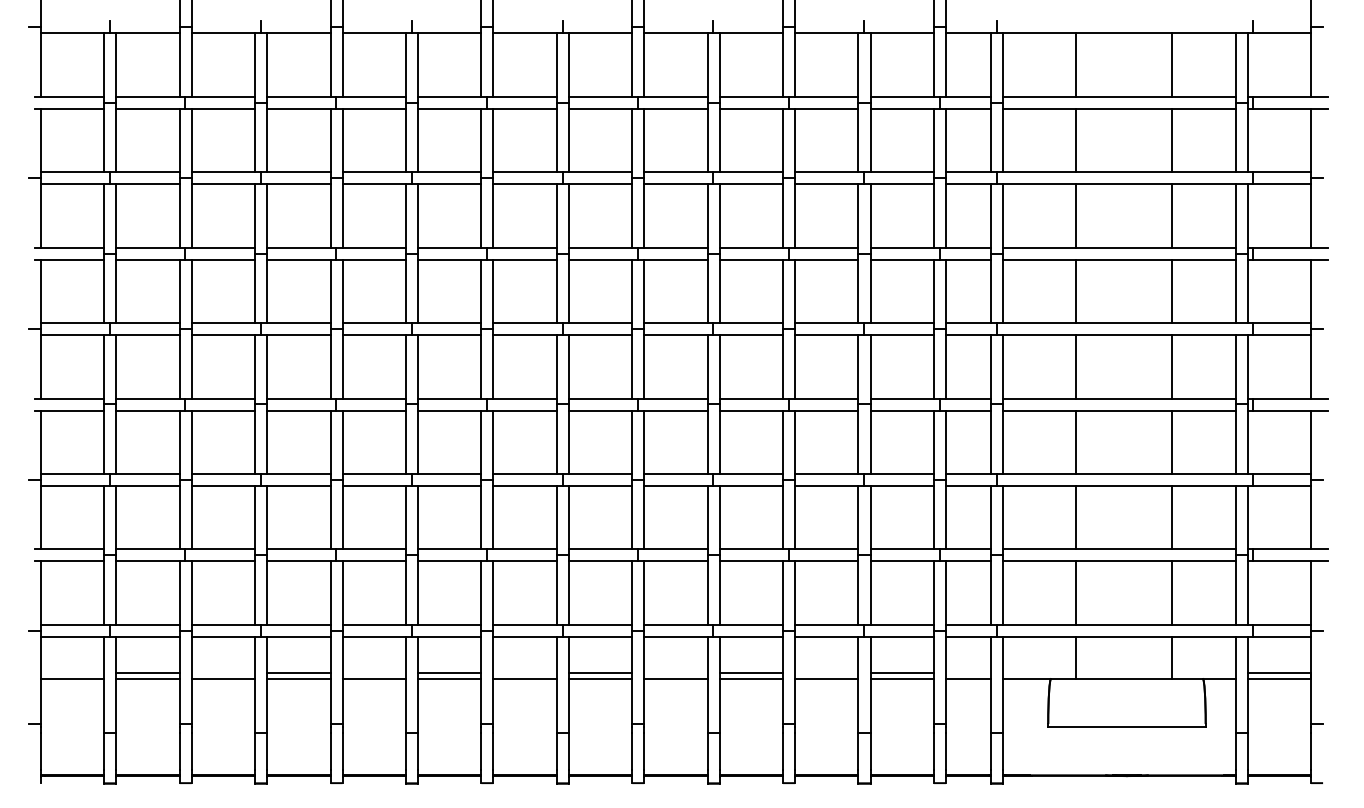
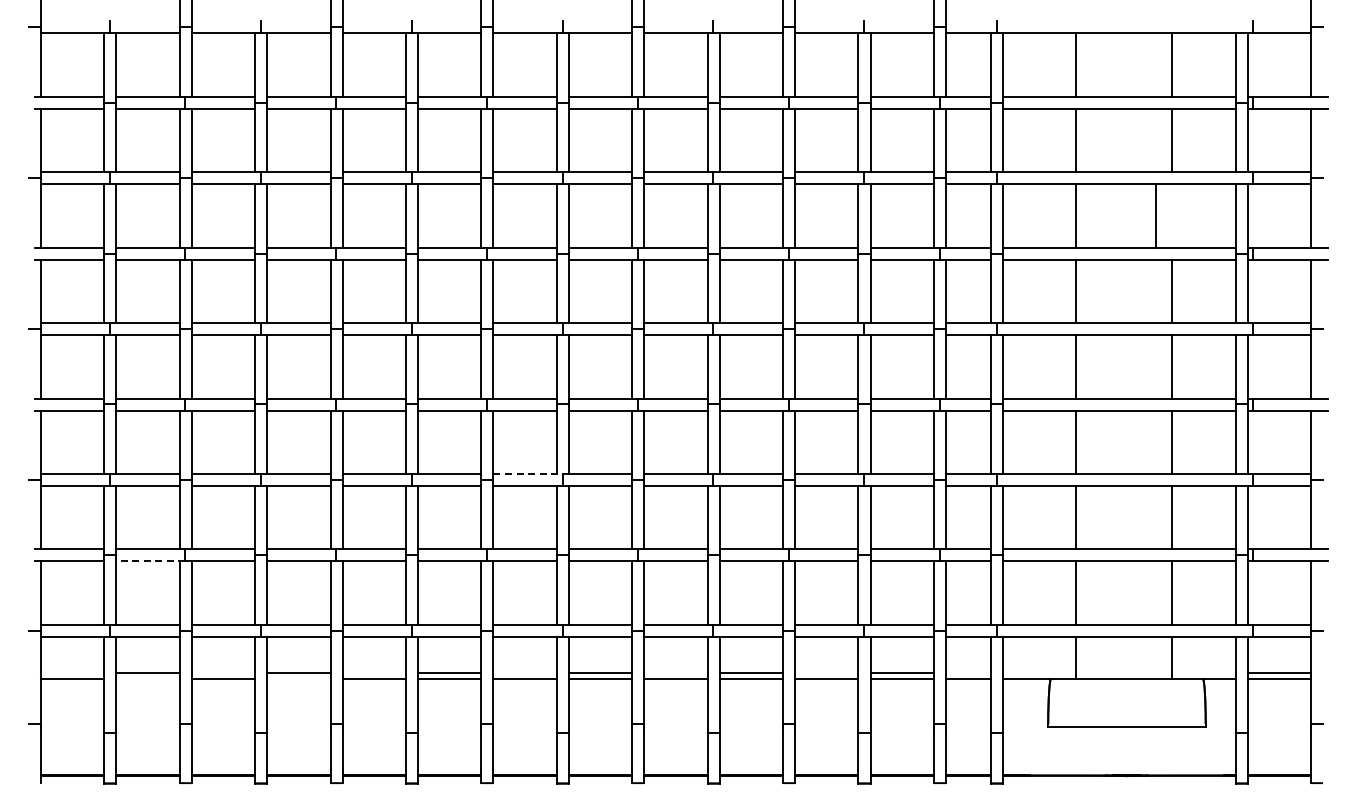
line at (1172, 215) position: (1172, 215) -> (1156, 215)
line at (528, 473): solid -> dashed
line at (150, 561): solid -> dashed
line at (147, 678): present -> none
line at (298, 678): present -> none
